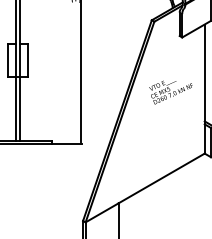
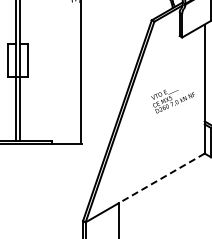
text at (170, 92) position: (170, 92) -> (172, 101)
line at (161, 178): solid -> dashed
